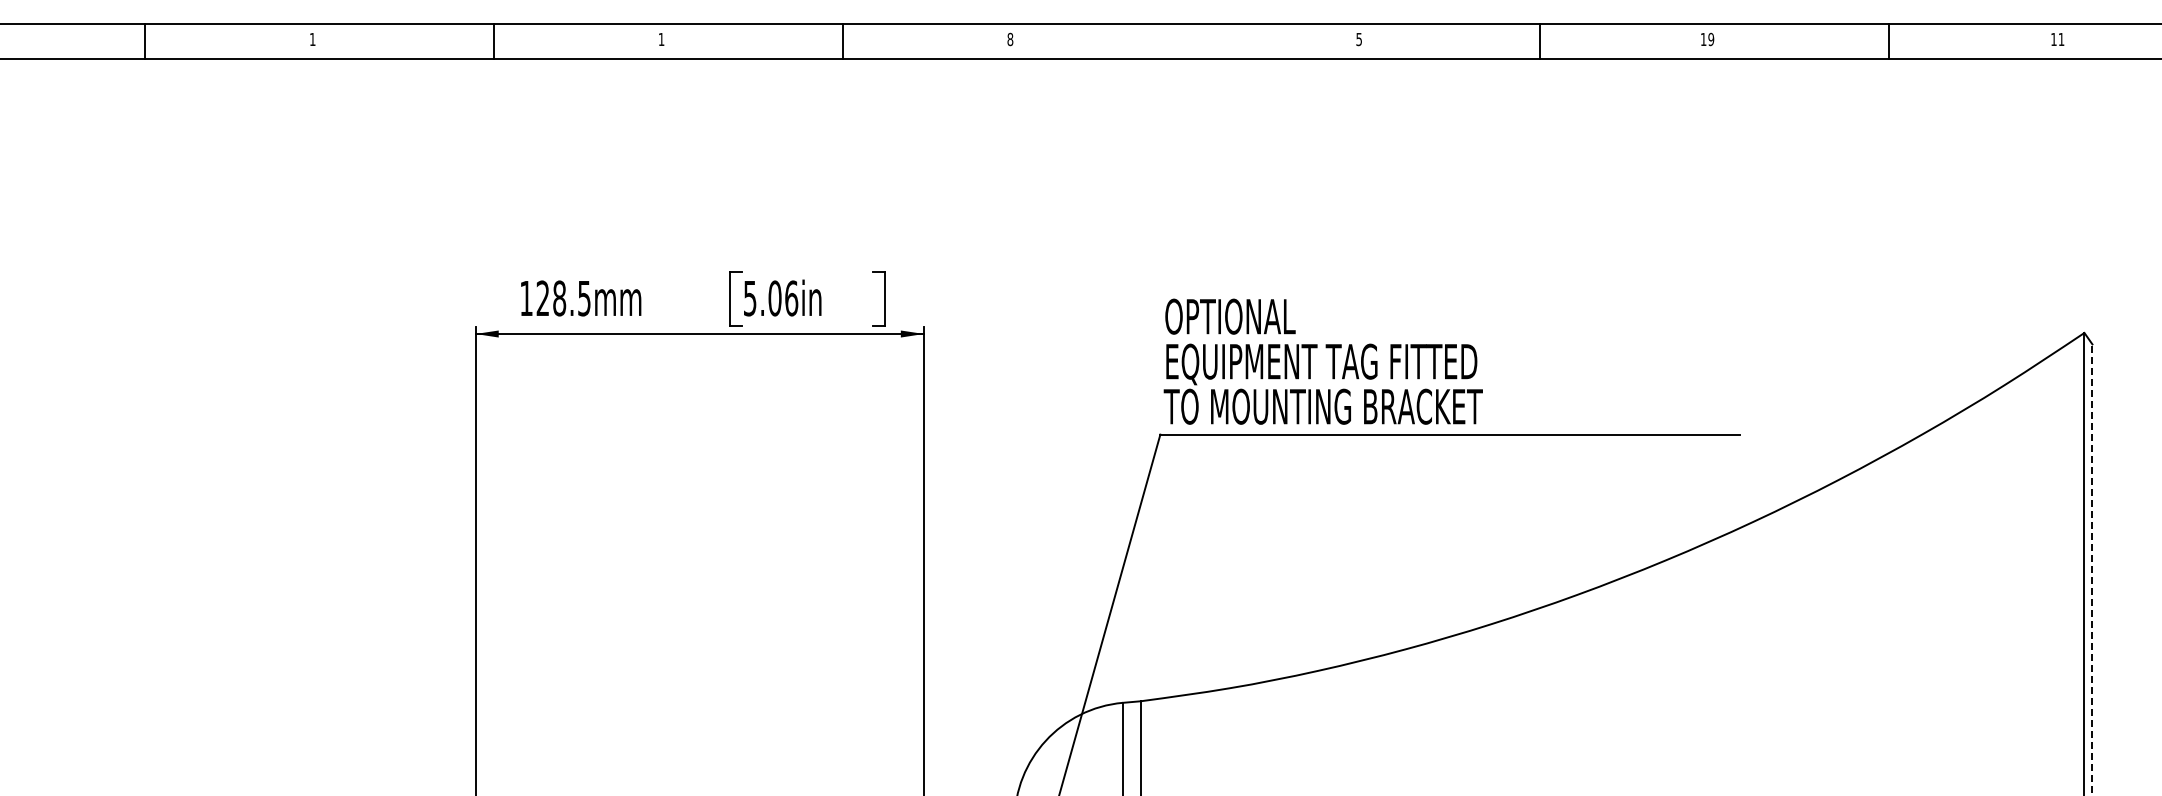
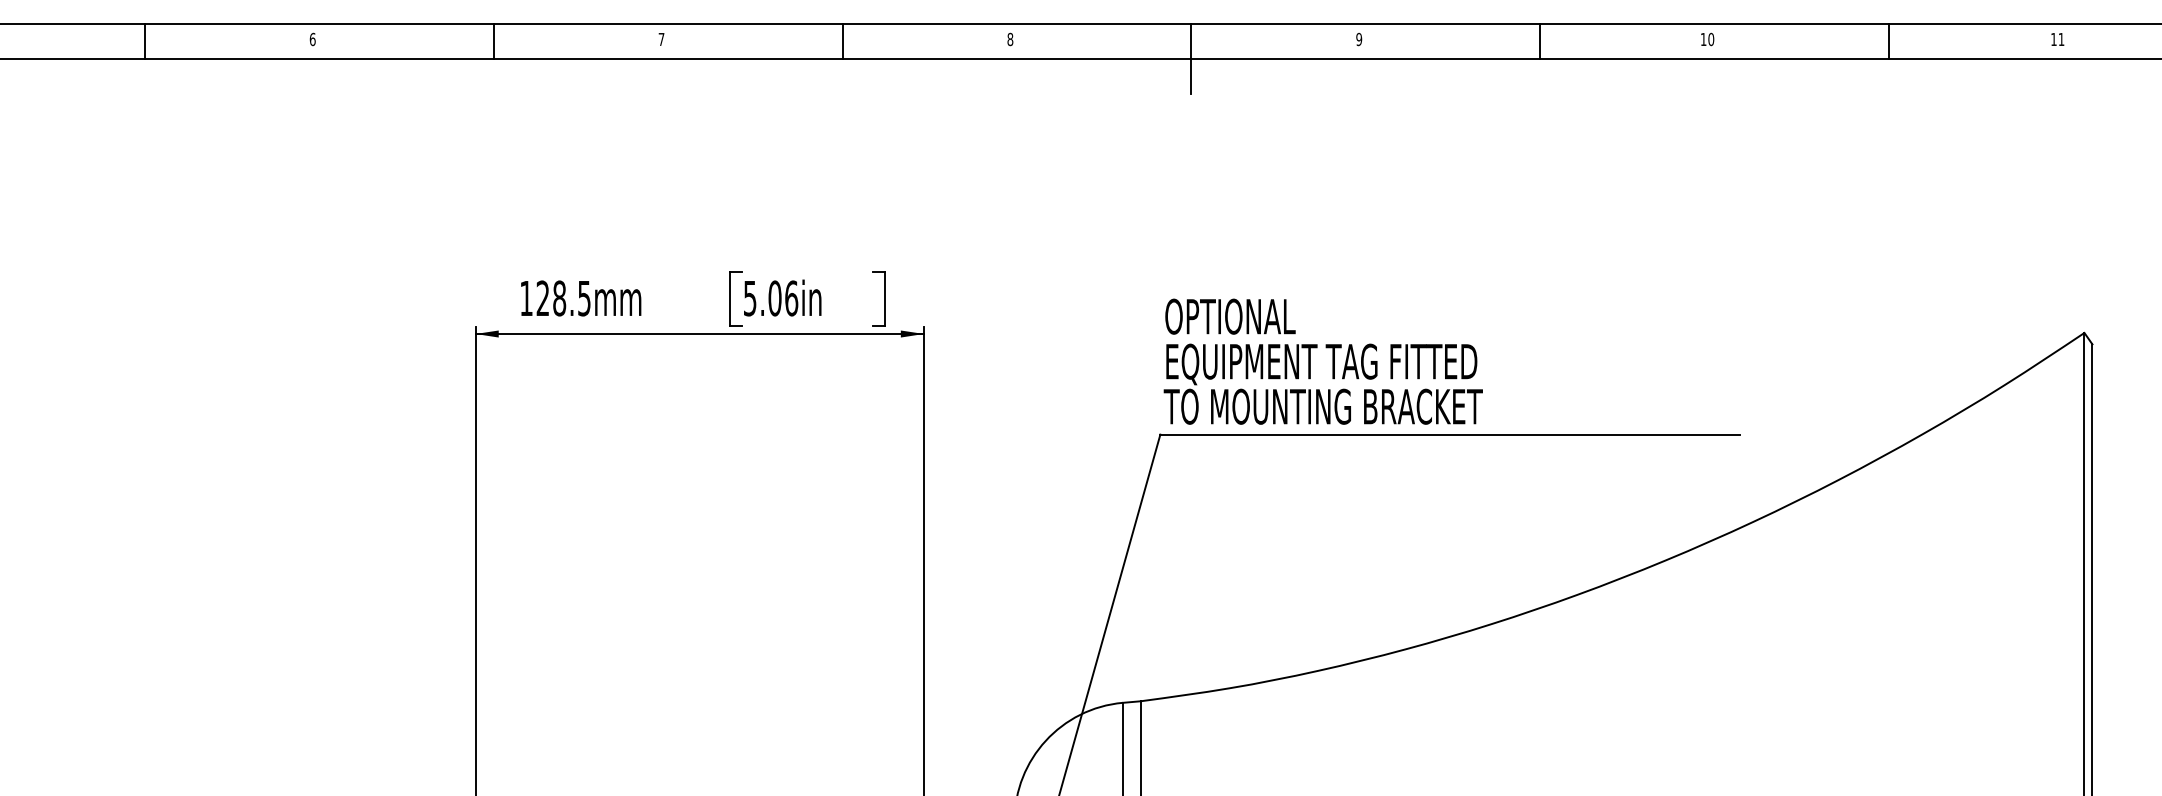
text at (1359, 38): 5 -> 9
text at (312, 39): 1 -> 6
text at (661, 39): 1 -> 7
text at (1710, 39): 19 -> 10
line at (1191, 58): none -> present
line at (2092, 569): dashed -> solid
